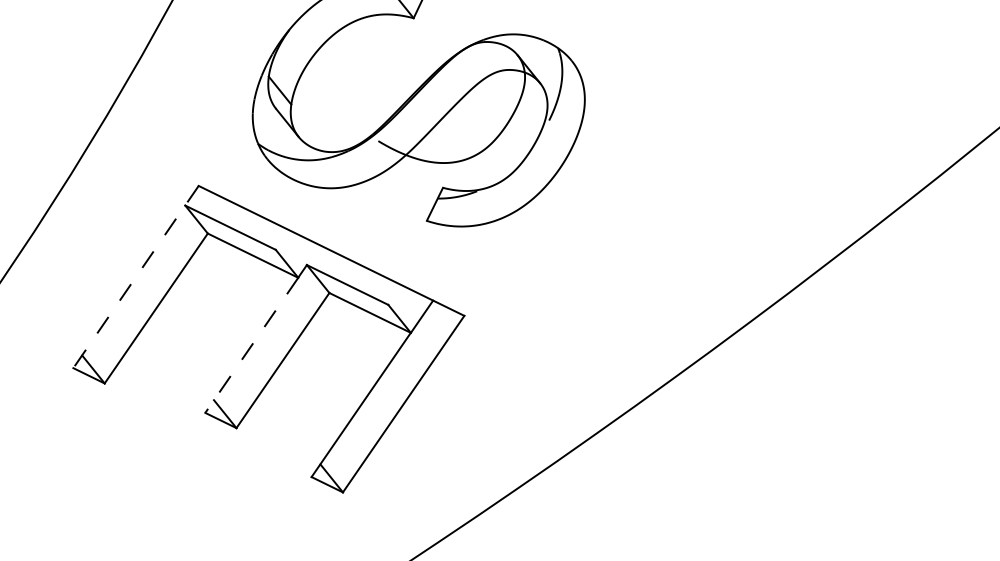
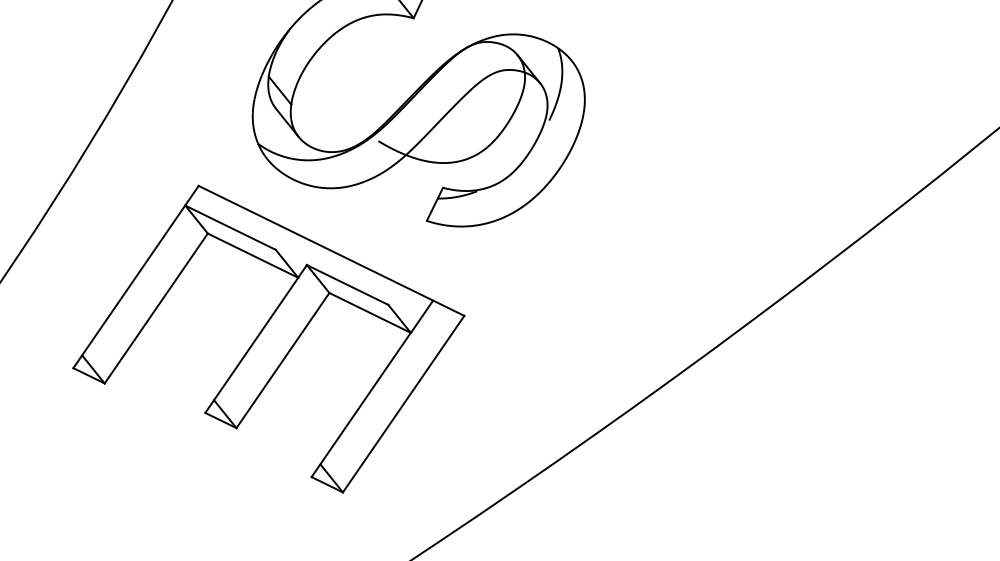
line at (136, 277): dashed -> solid
line at (251, 345): dashed -> solid
